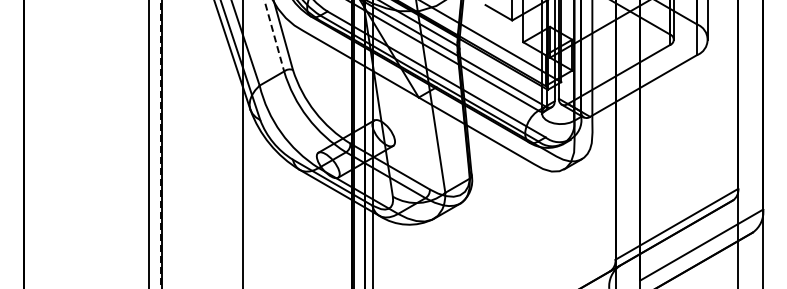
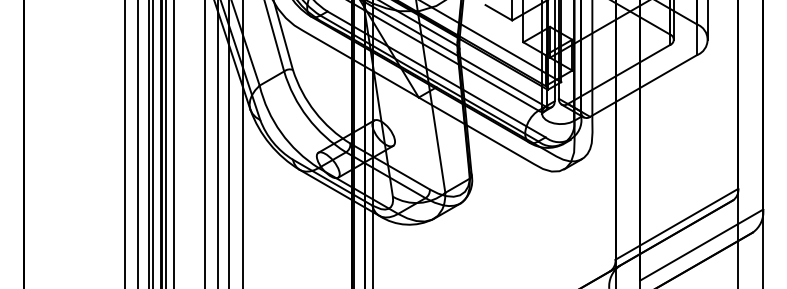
line at (274, 35): dashed -> solid
line at (125, 143): none -> present
line at (138, 143): none -> present
line at (152, 143): none -> present
line at (165, 143): none -> present
line at (174, 143): none -> present
line at (205, 143): none -> present
line at (218, 143): none -> present
line at (229, 143): none -> present
line at (160, 144): dashed -> solid
